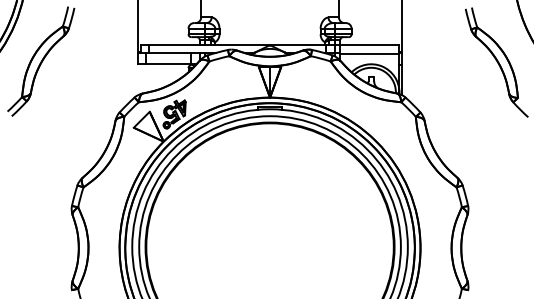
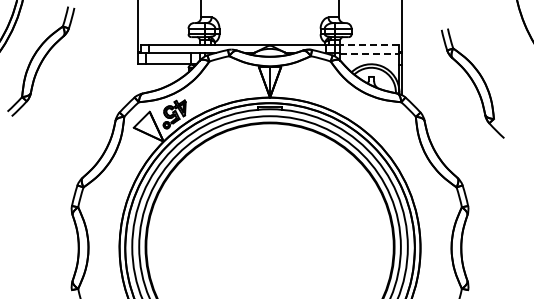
line at (369, 44): solid -> dashed
line at (369, 53): solid -> dashed
part at (496, 62) position: (496, 62) -> (472, 83)
